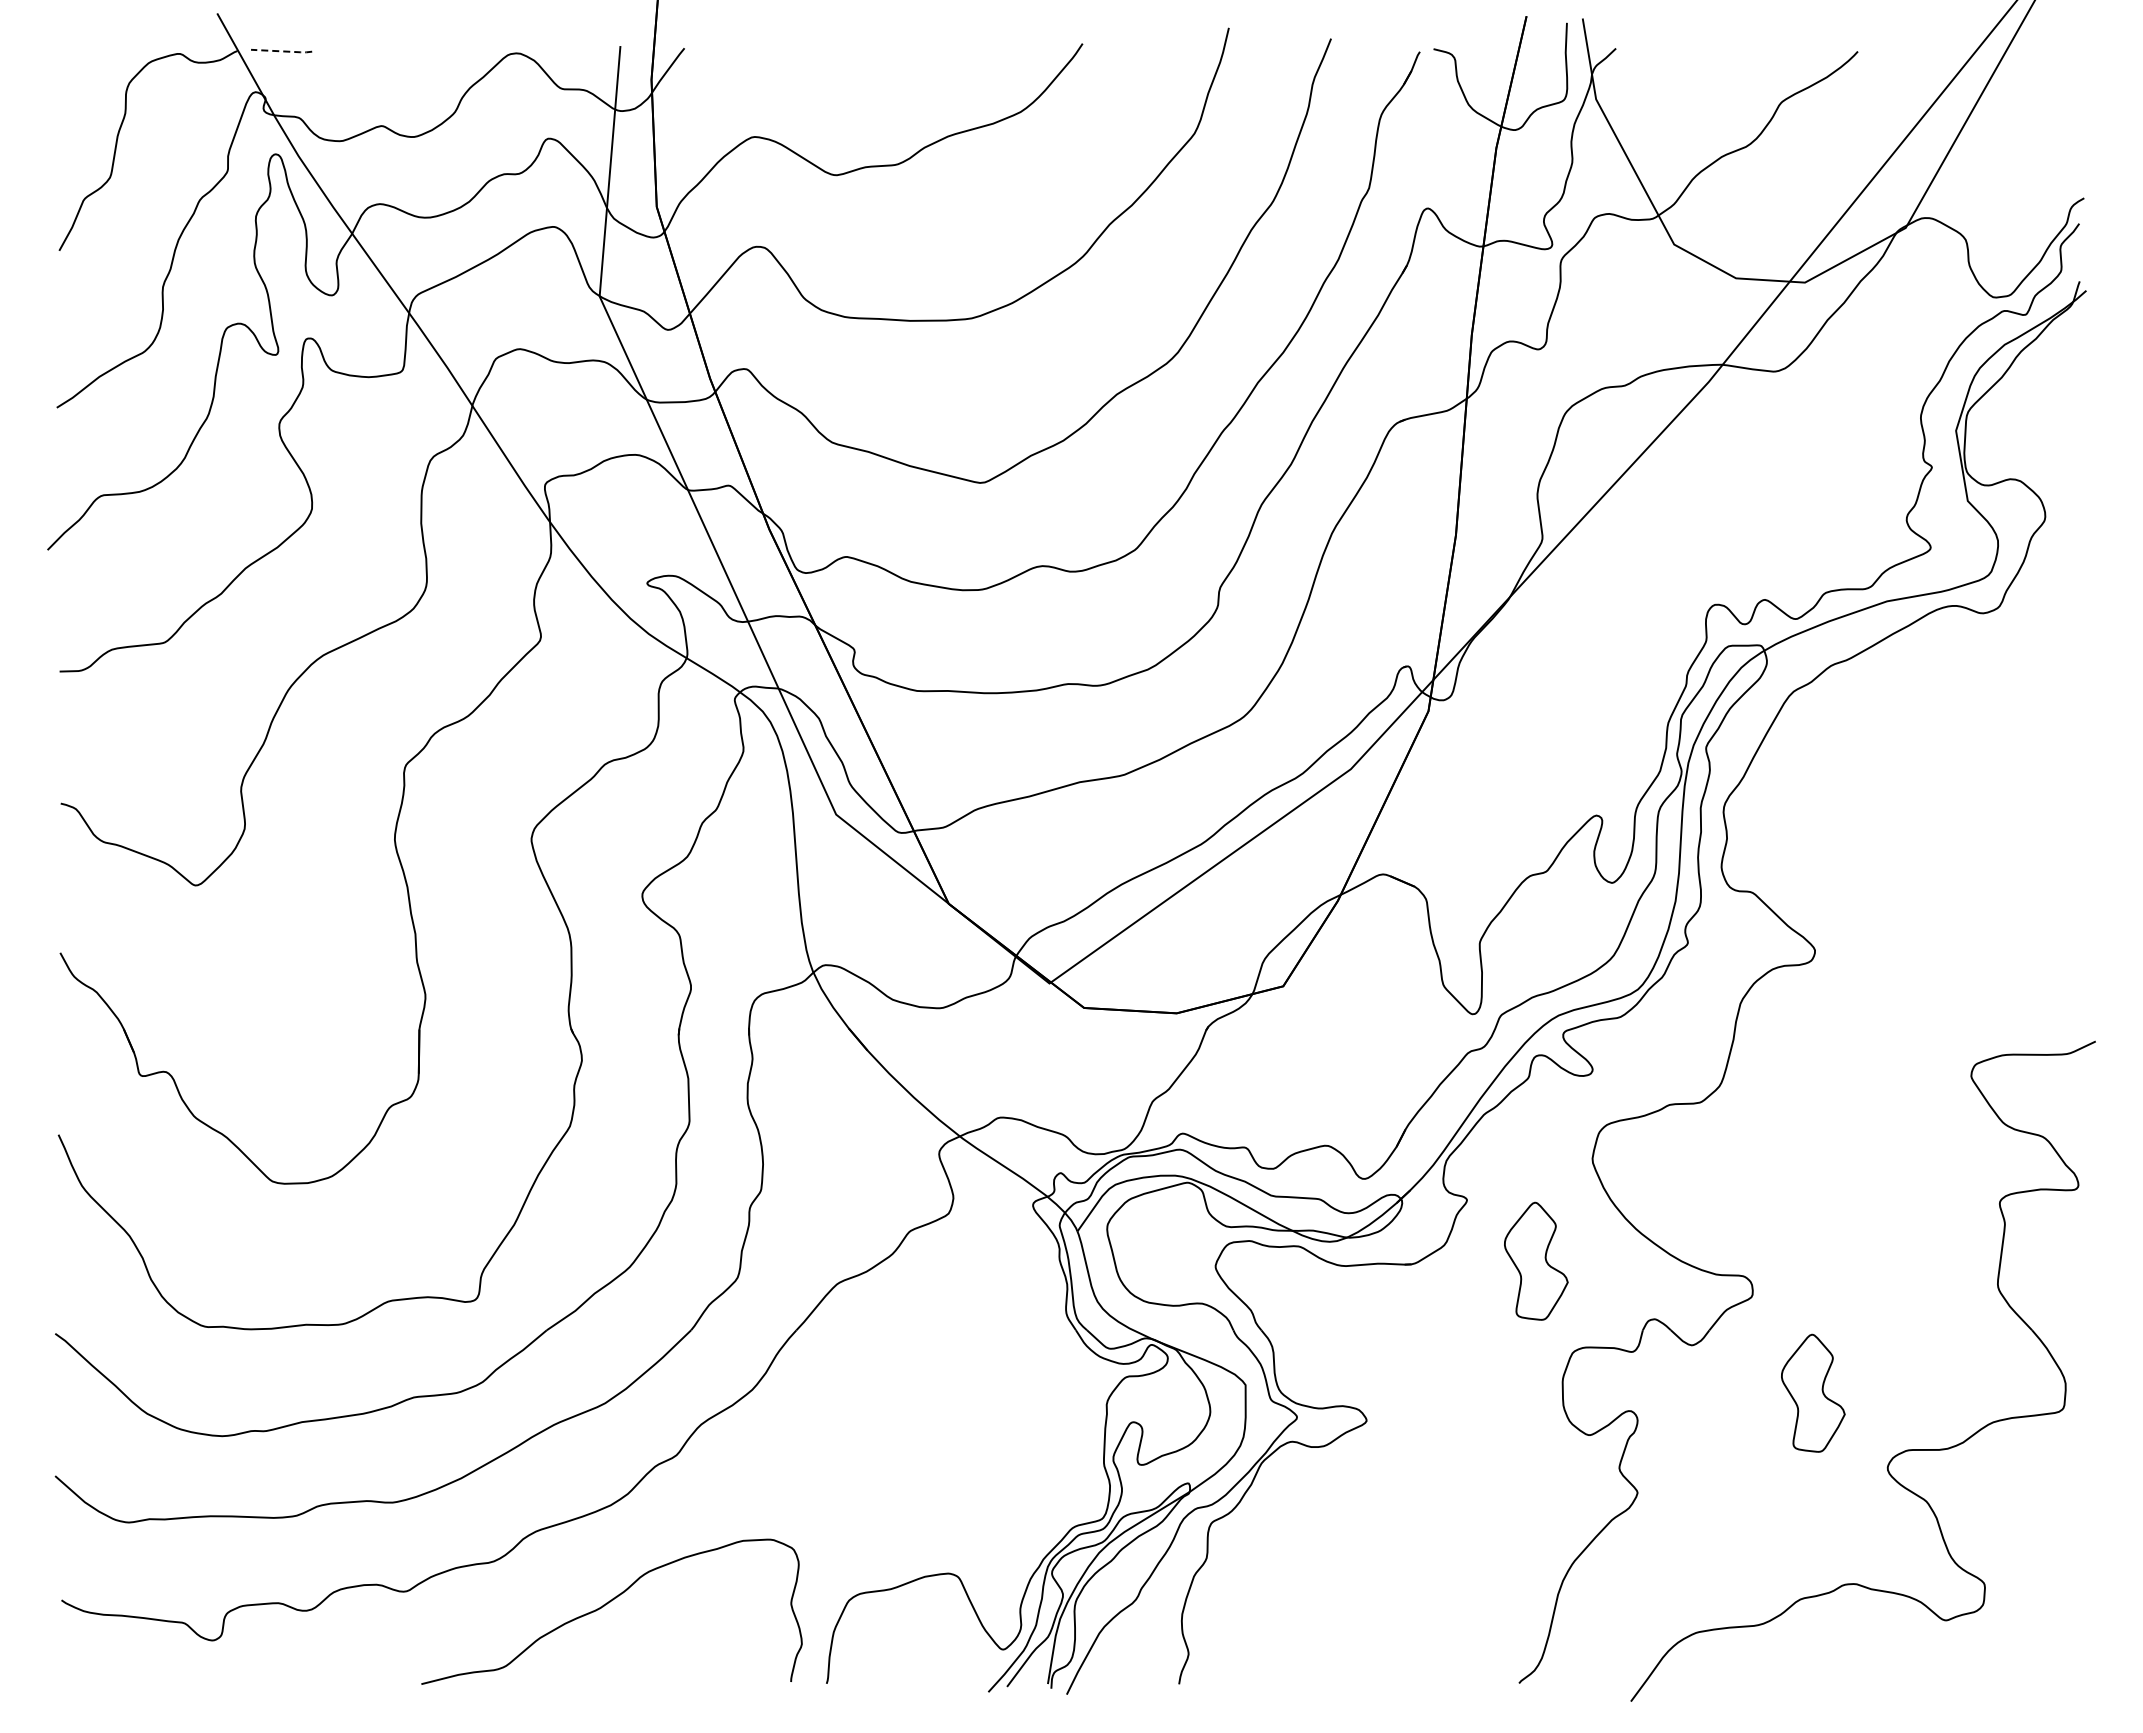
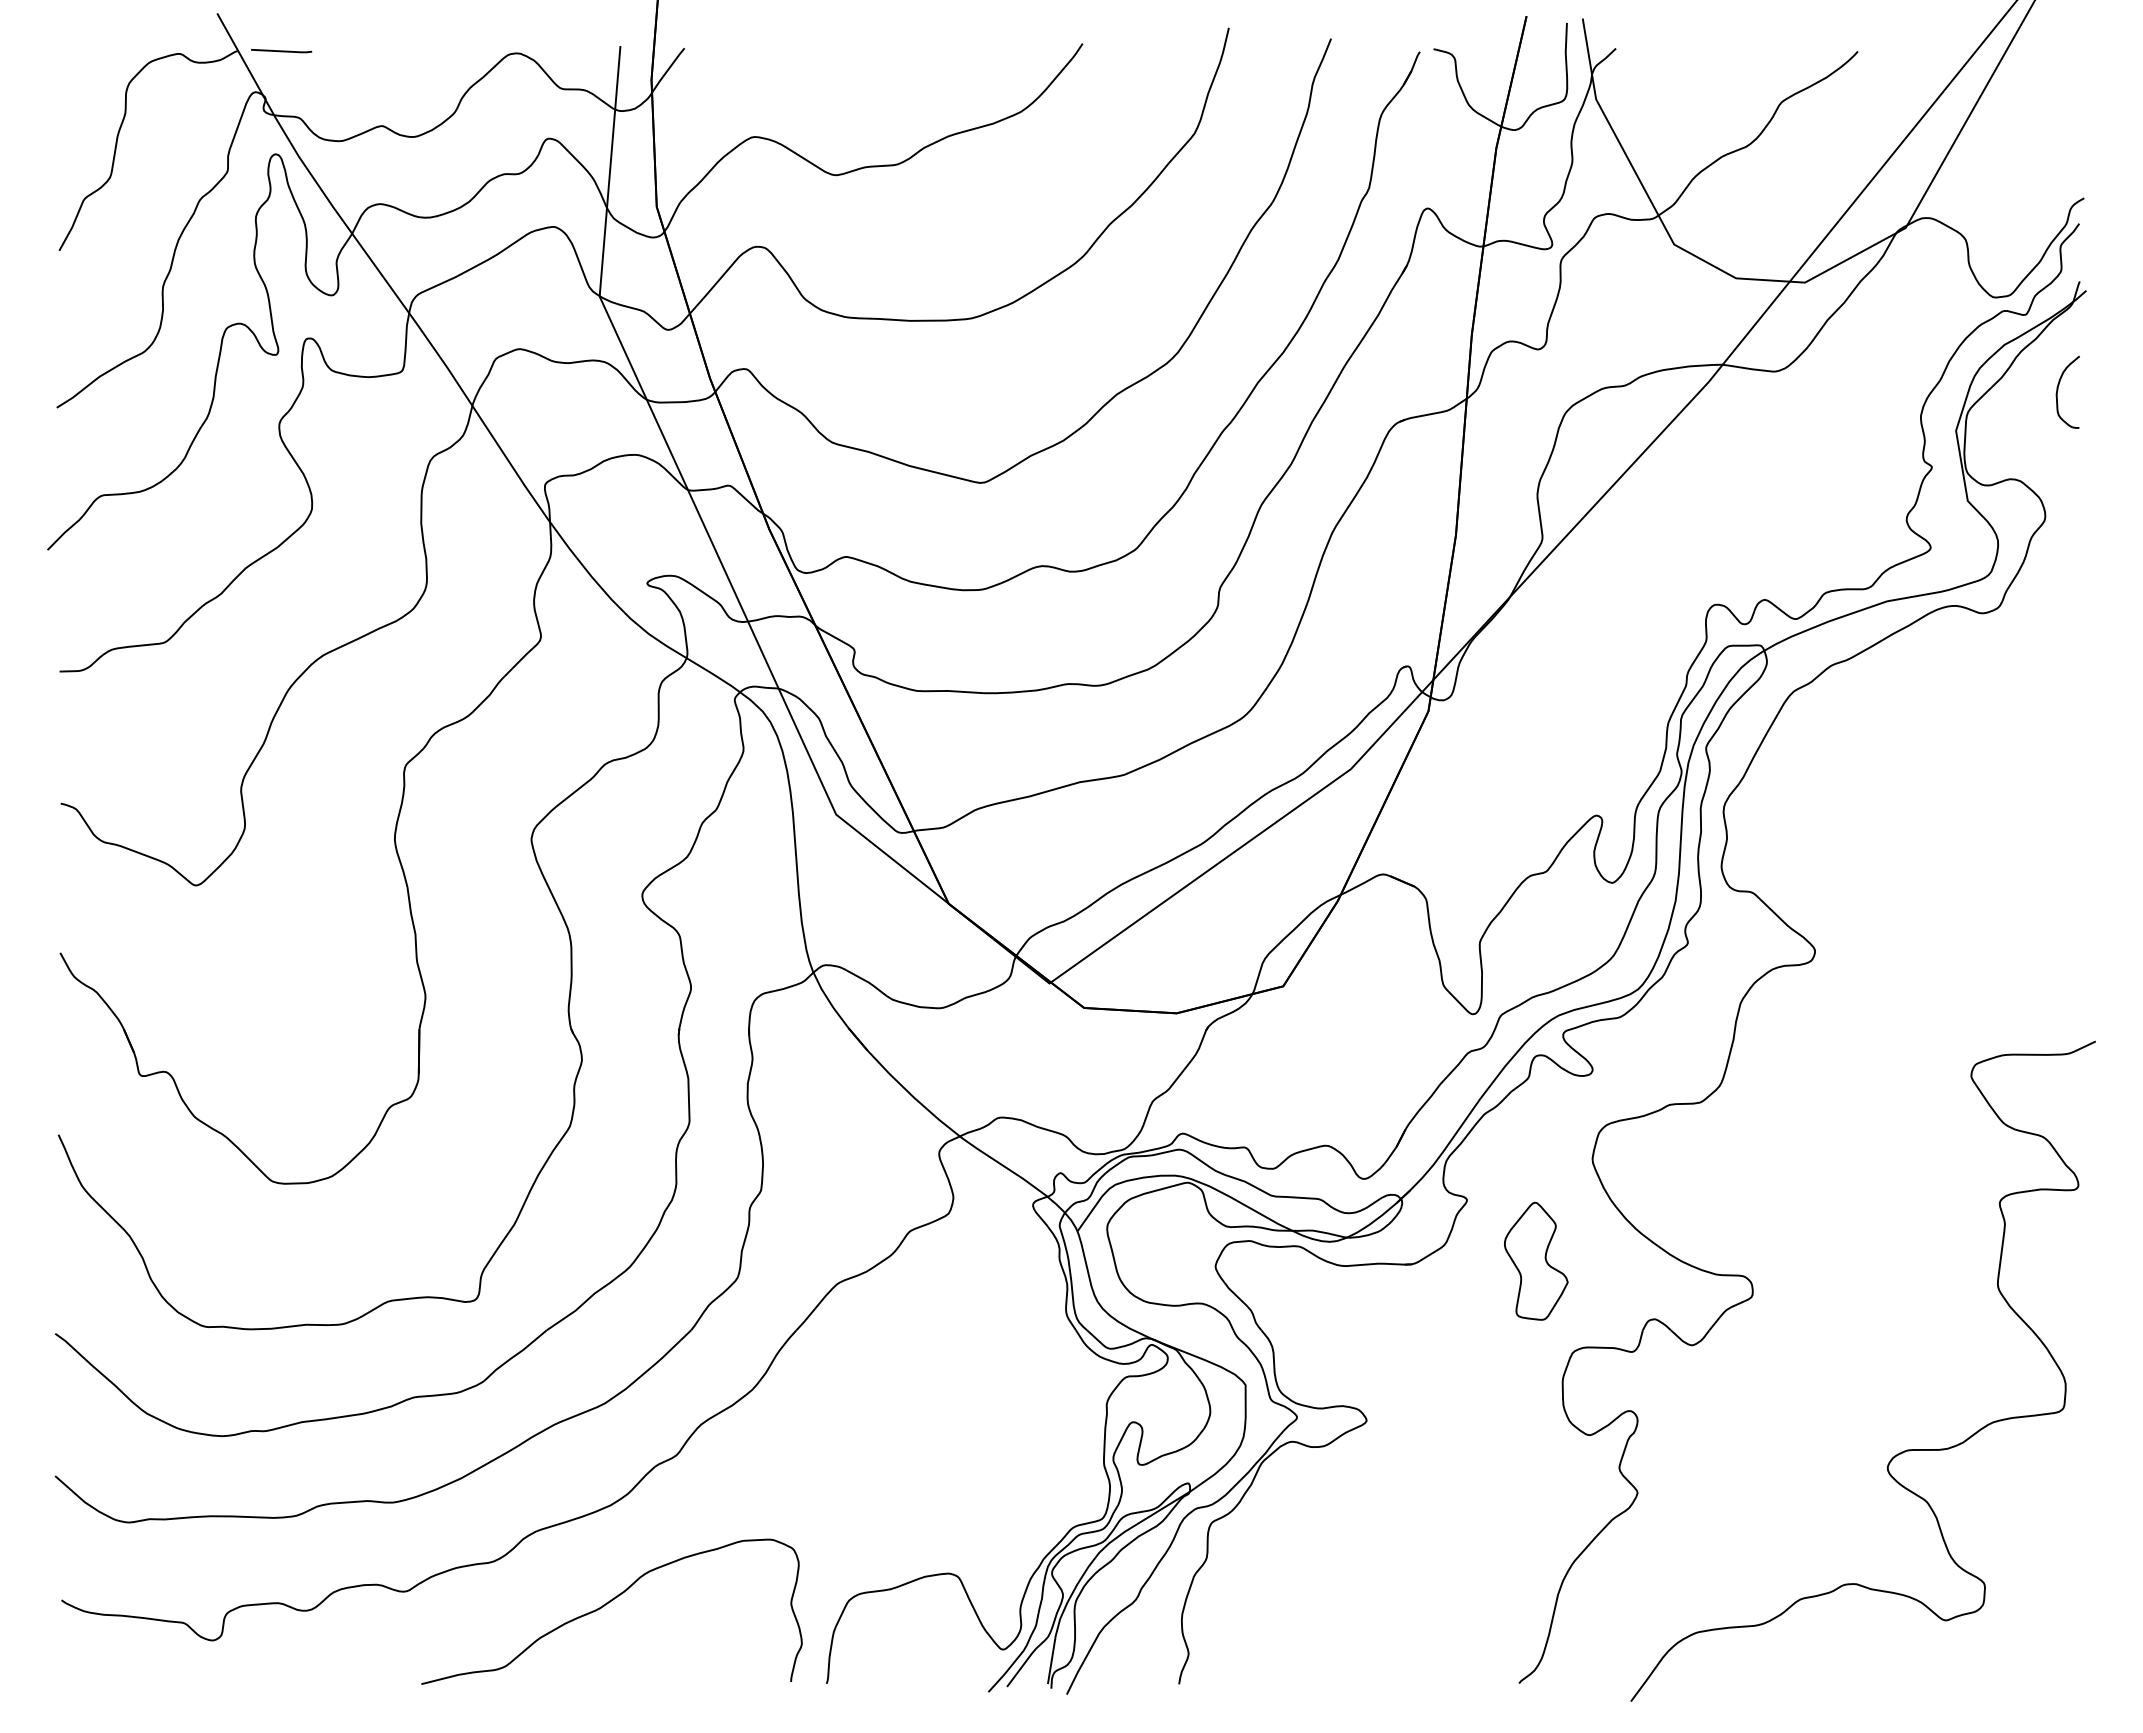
line at (282, 51): dashed -> solid
curve at (2058, 390): none -> present
part at (1813, 1392): present -> none
